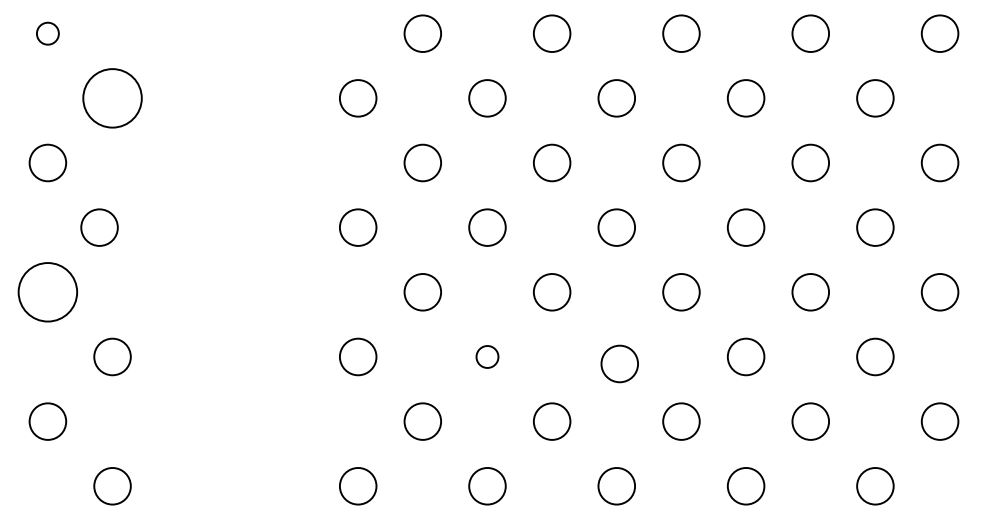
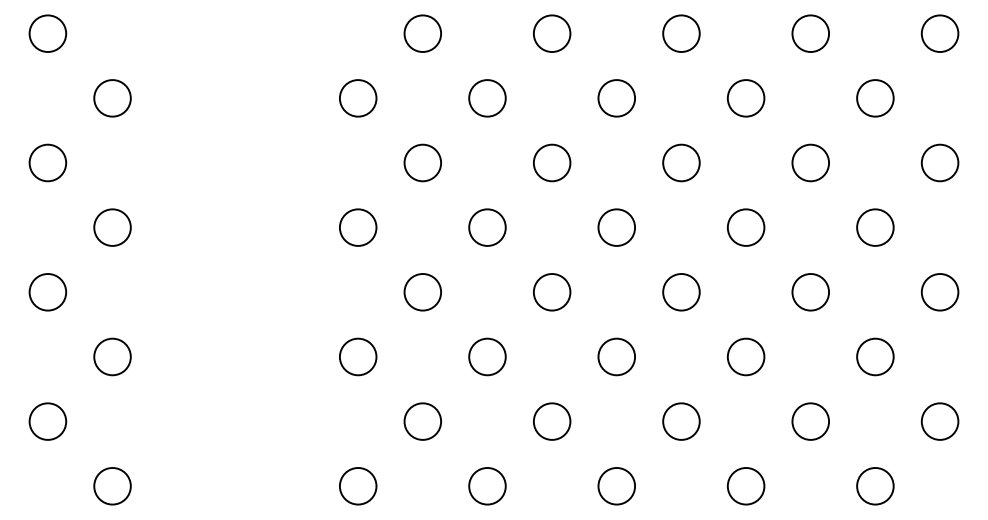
circle at (47, 33) diameter: 22 px -> 37 px
circle at (112, 98) diameter: 59 px -> 37 px
circle at (99, 227) position: (99, 227) -> (112, 227)
circle at (47, 292) diameter: 59 px -> 37 px
circle at (487, 356) size: 25x24 px -> 39x40 px
circle at (619, 363) position: (619, 363) -> (616, 356)
